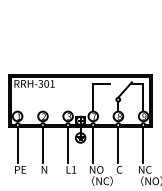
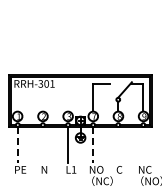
line at (17, 145): solid -> dashed
line at (42, 145): present -> none
line at (93, 145): solid -> dashed
line at (118, 145): present -> none
line at (143, 145): present -> none
